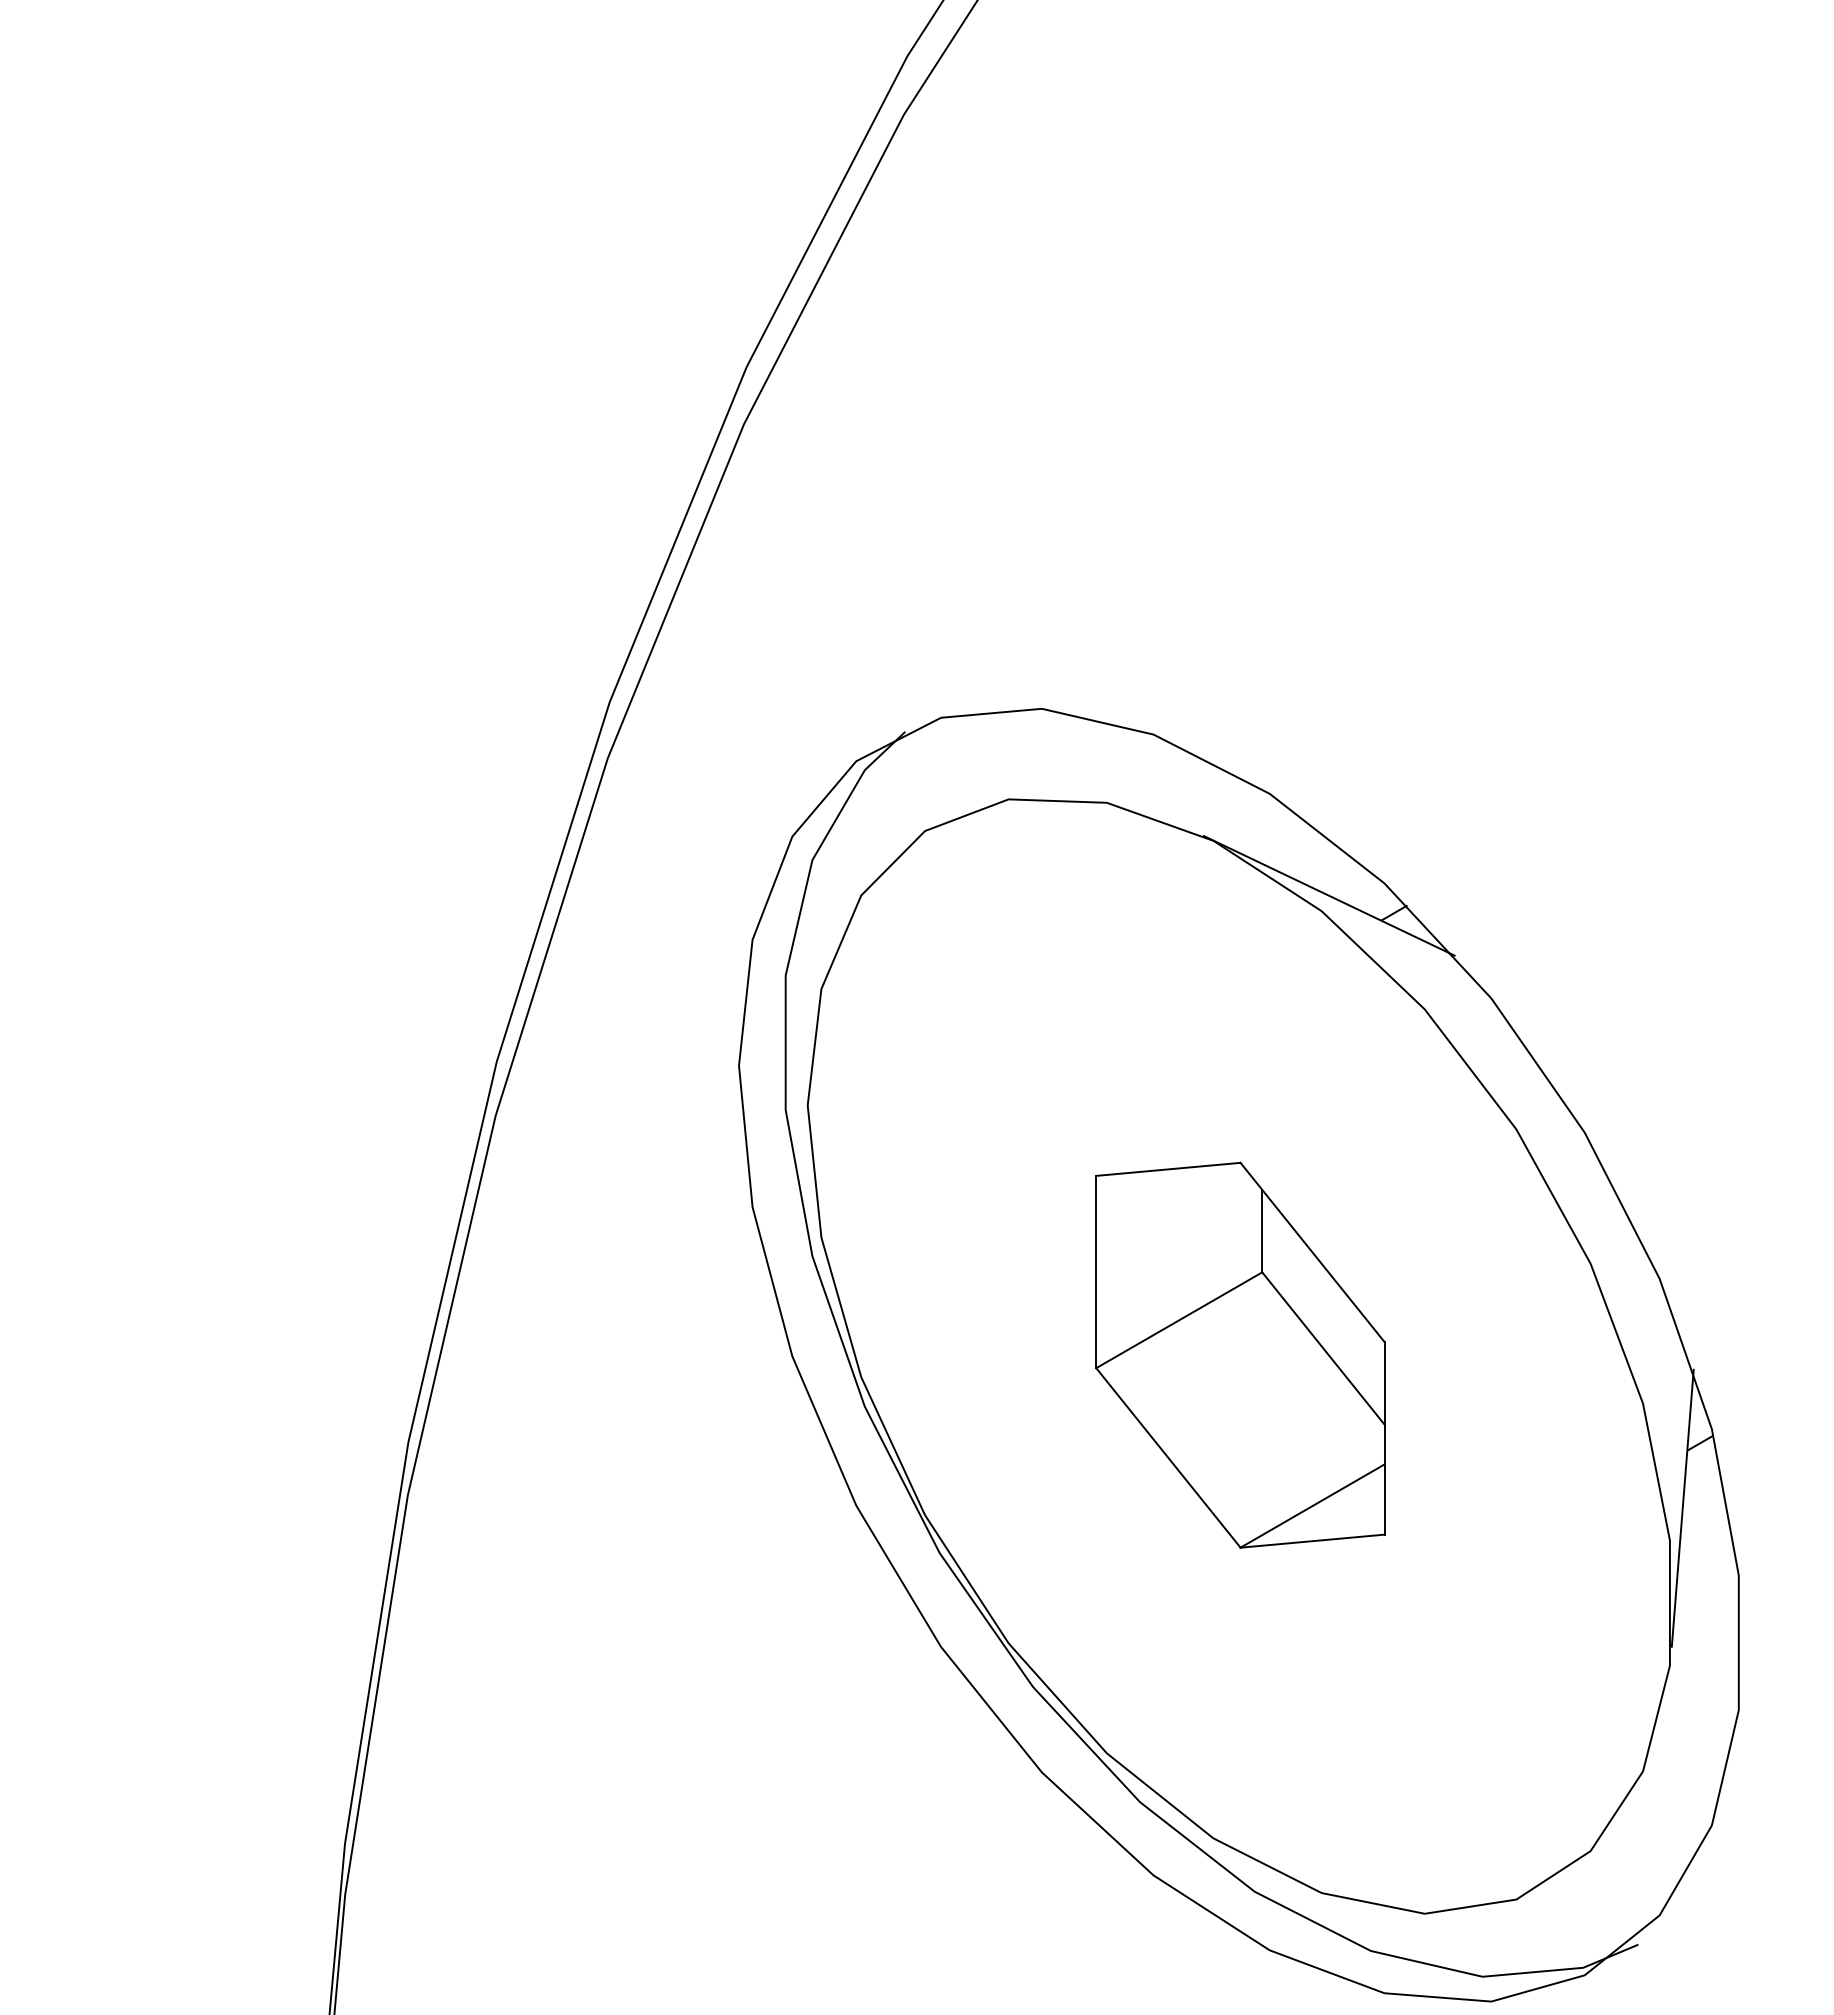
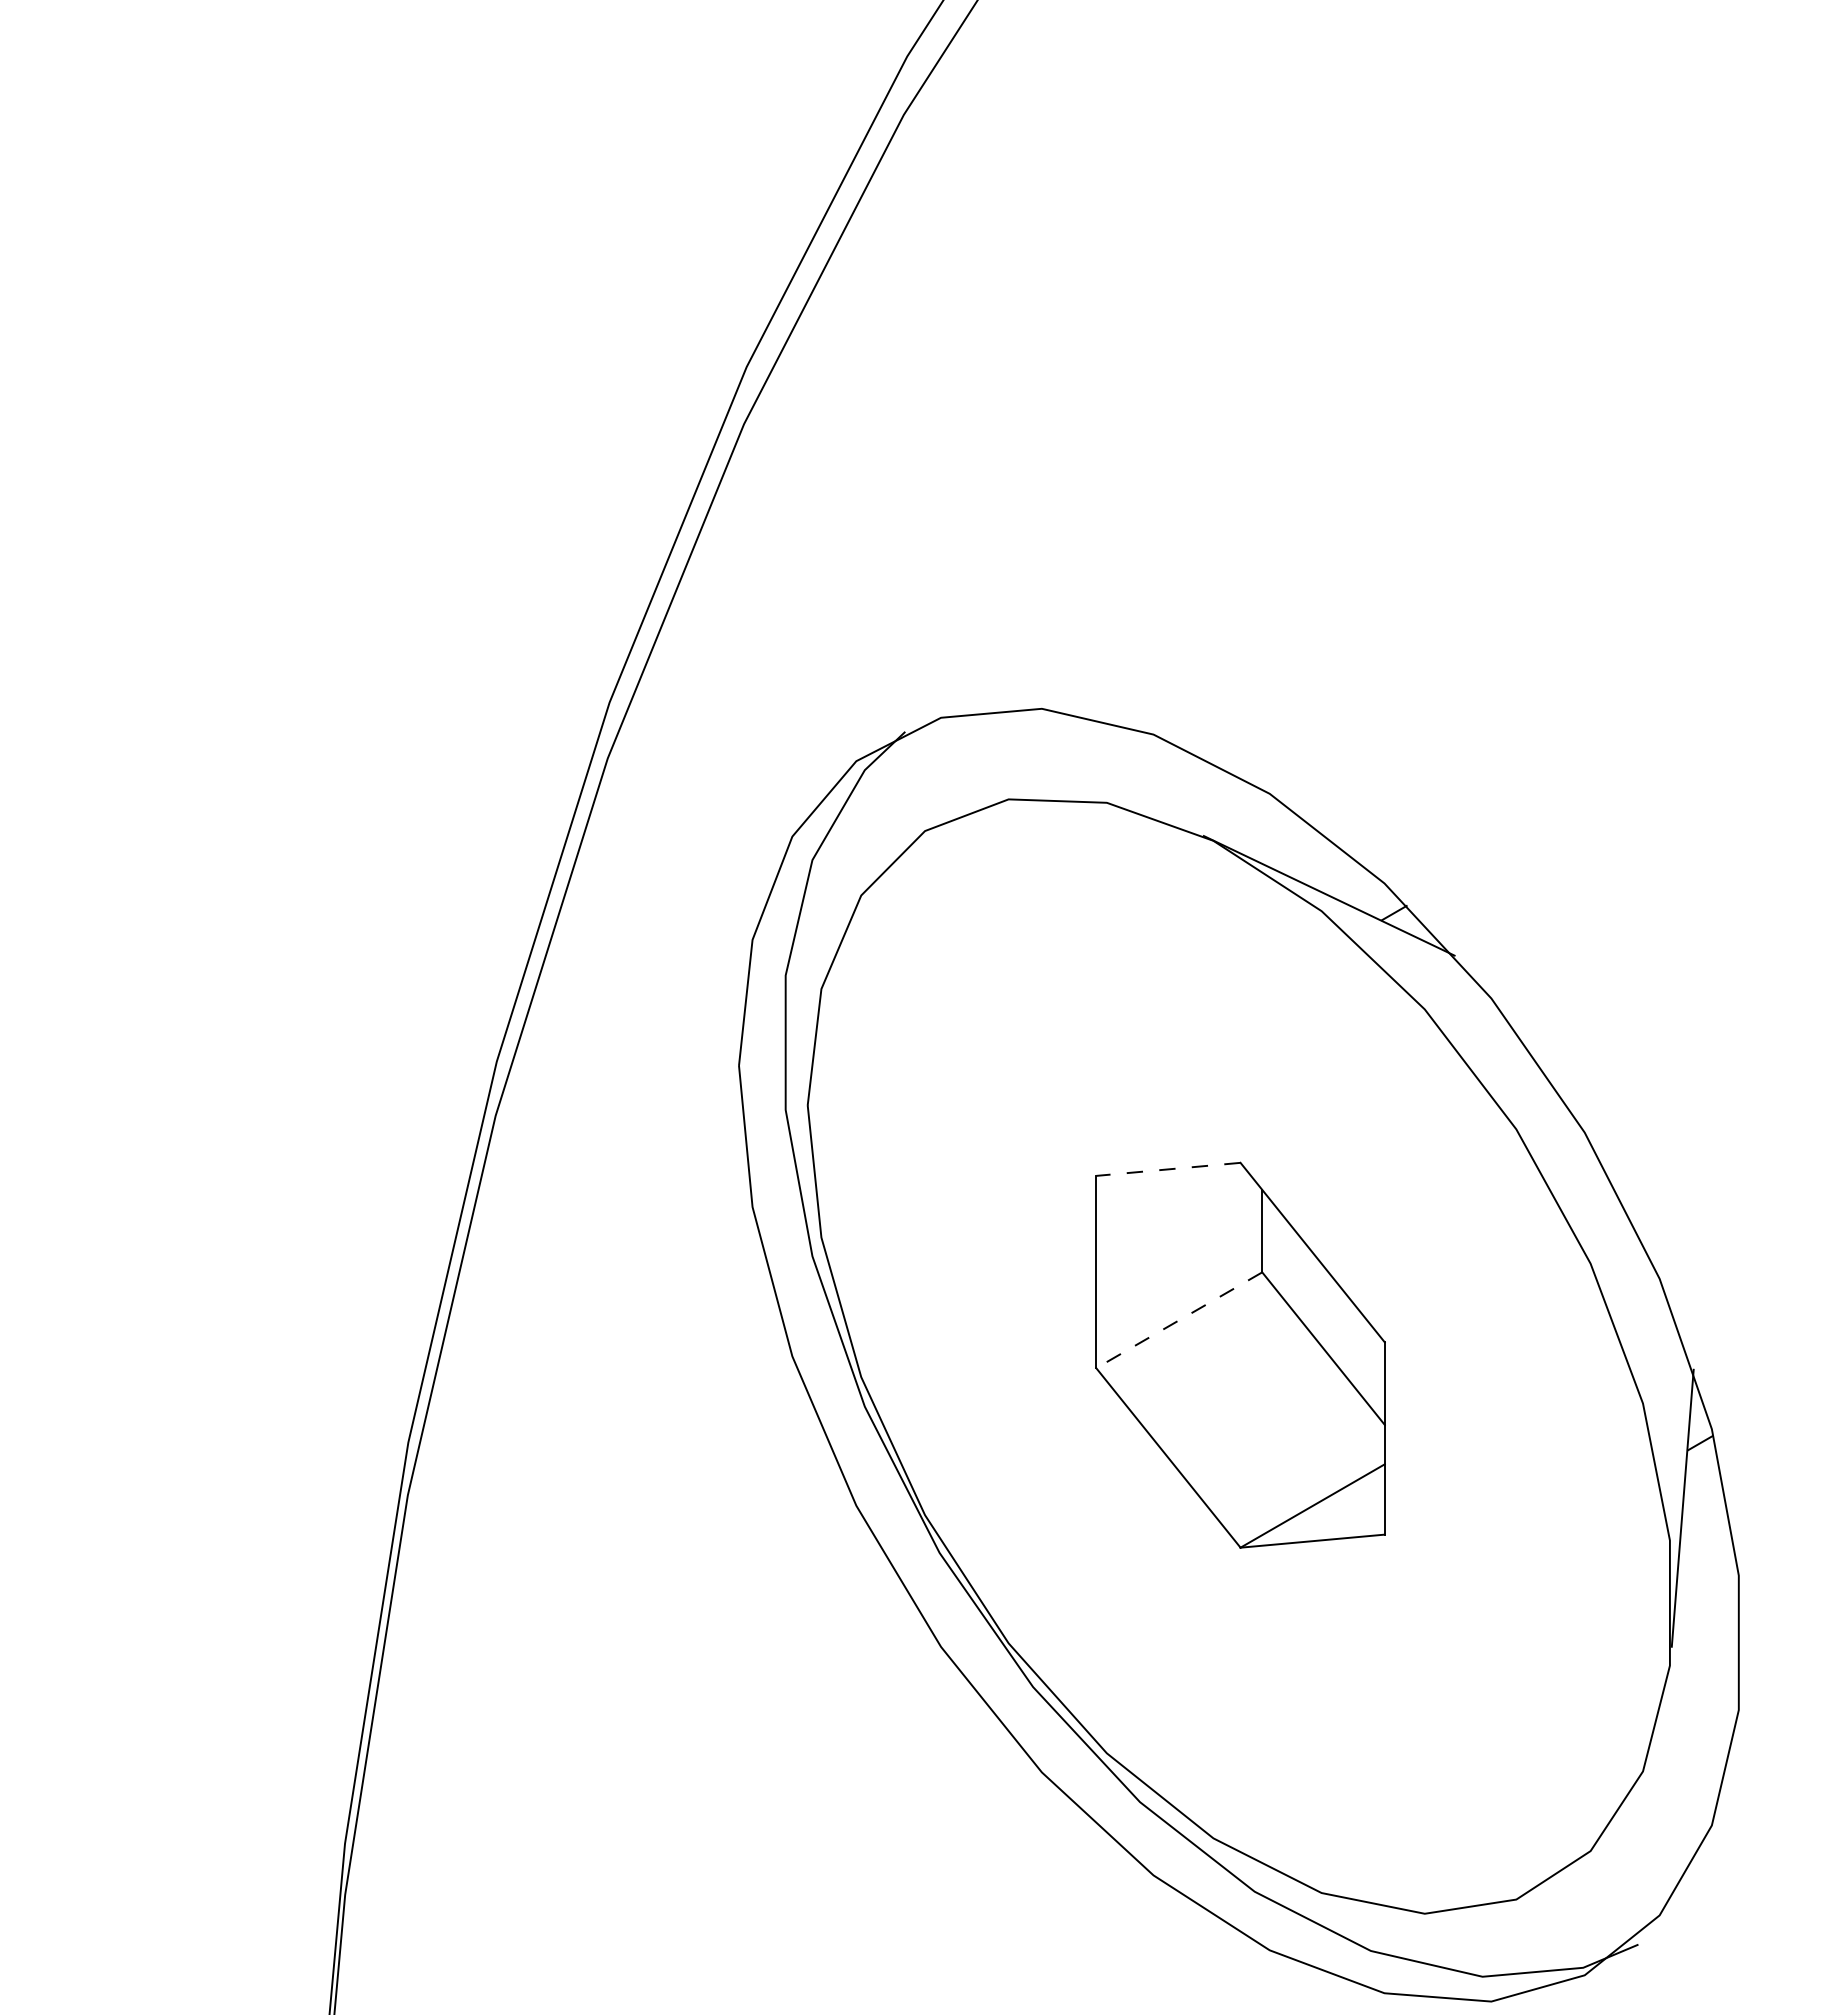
line at (1167, 1169): solid -> dashed
line at (1179, 1320): solid -> dashed
